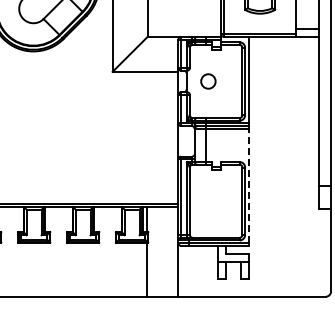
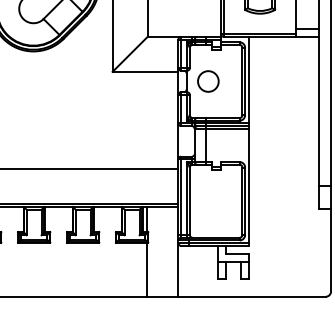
circle at (208, 81) size: 17x17 px -> 23x23 px
line at (90, 169): none -> present
line at (249, 185): dashed -> solid
